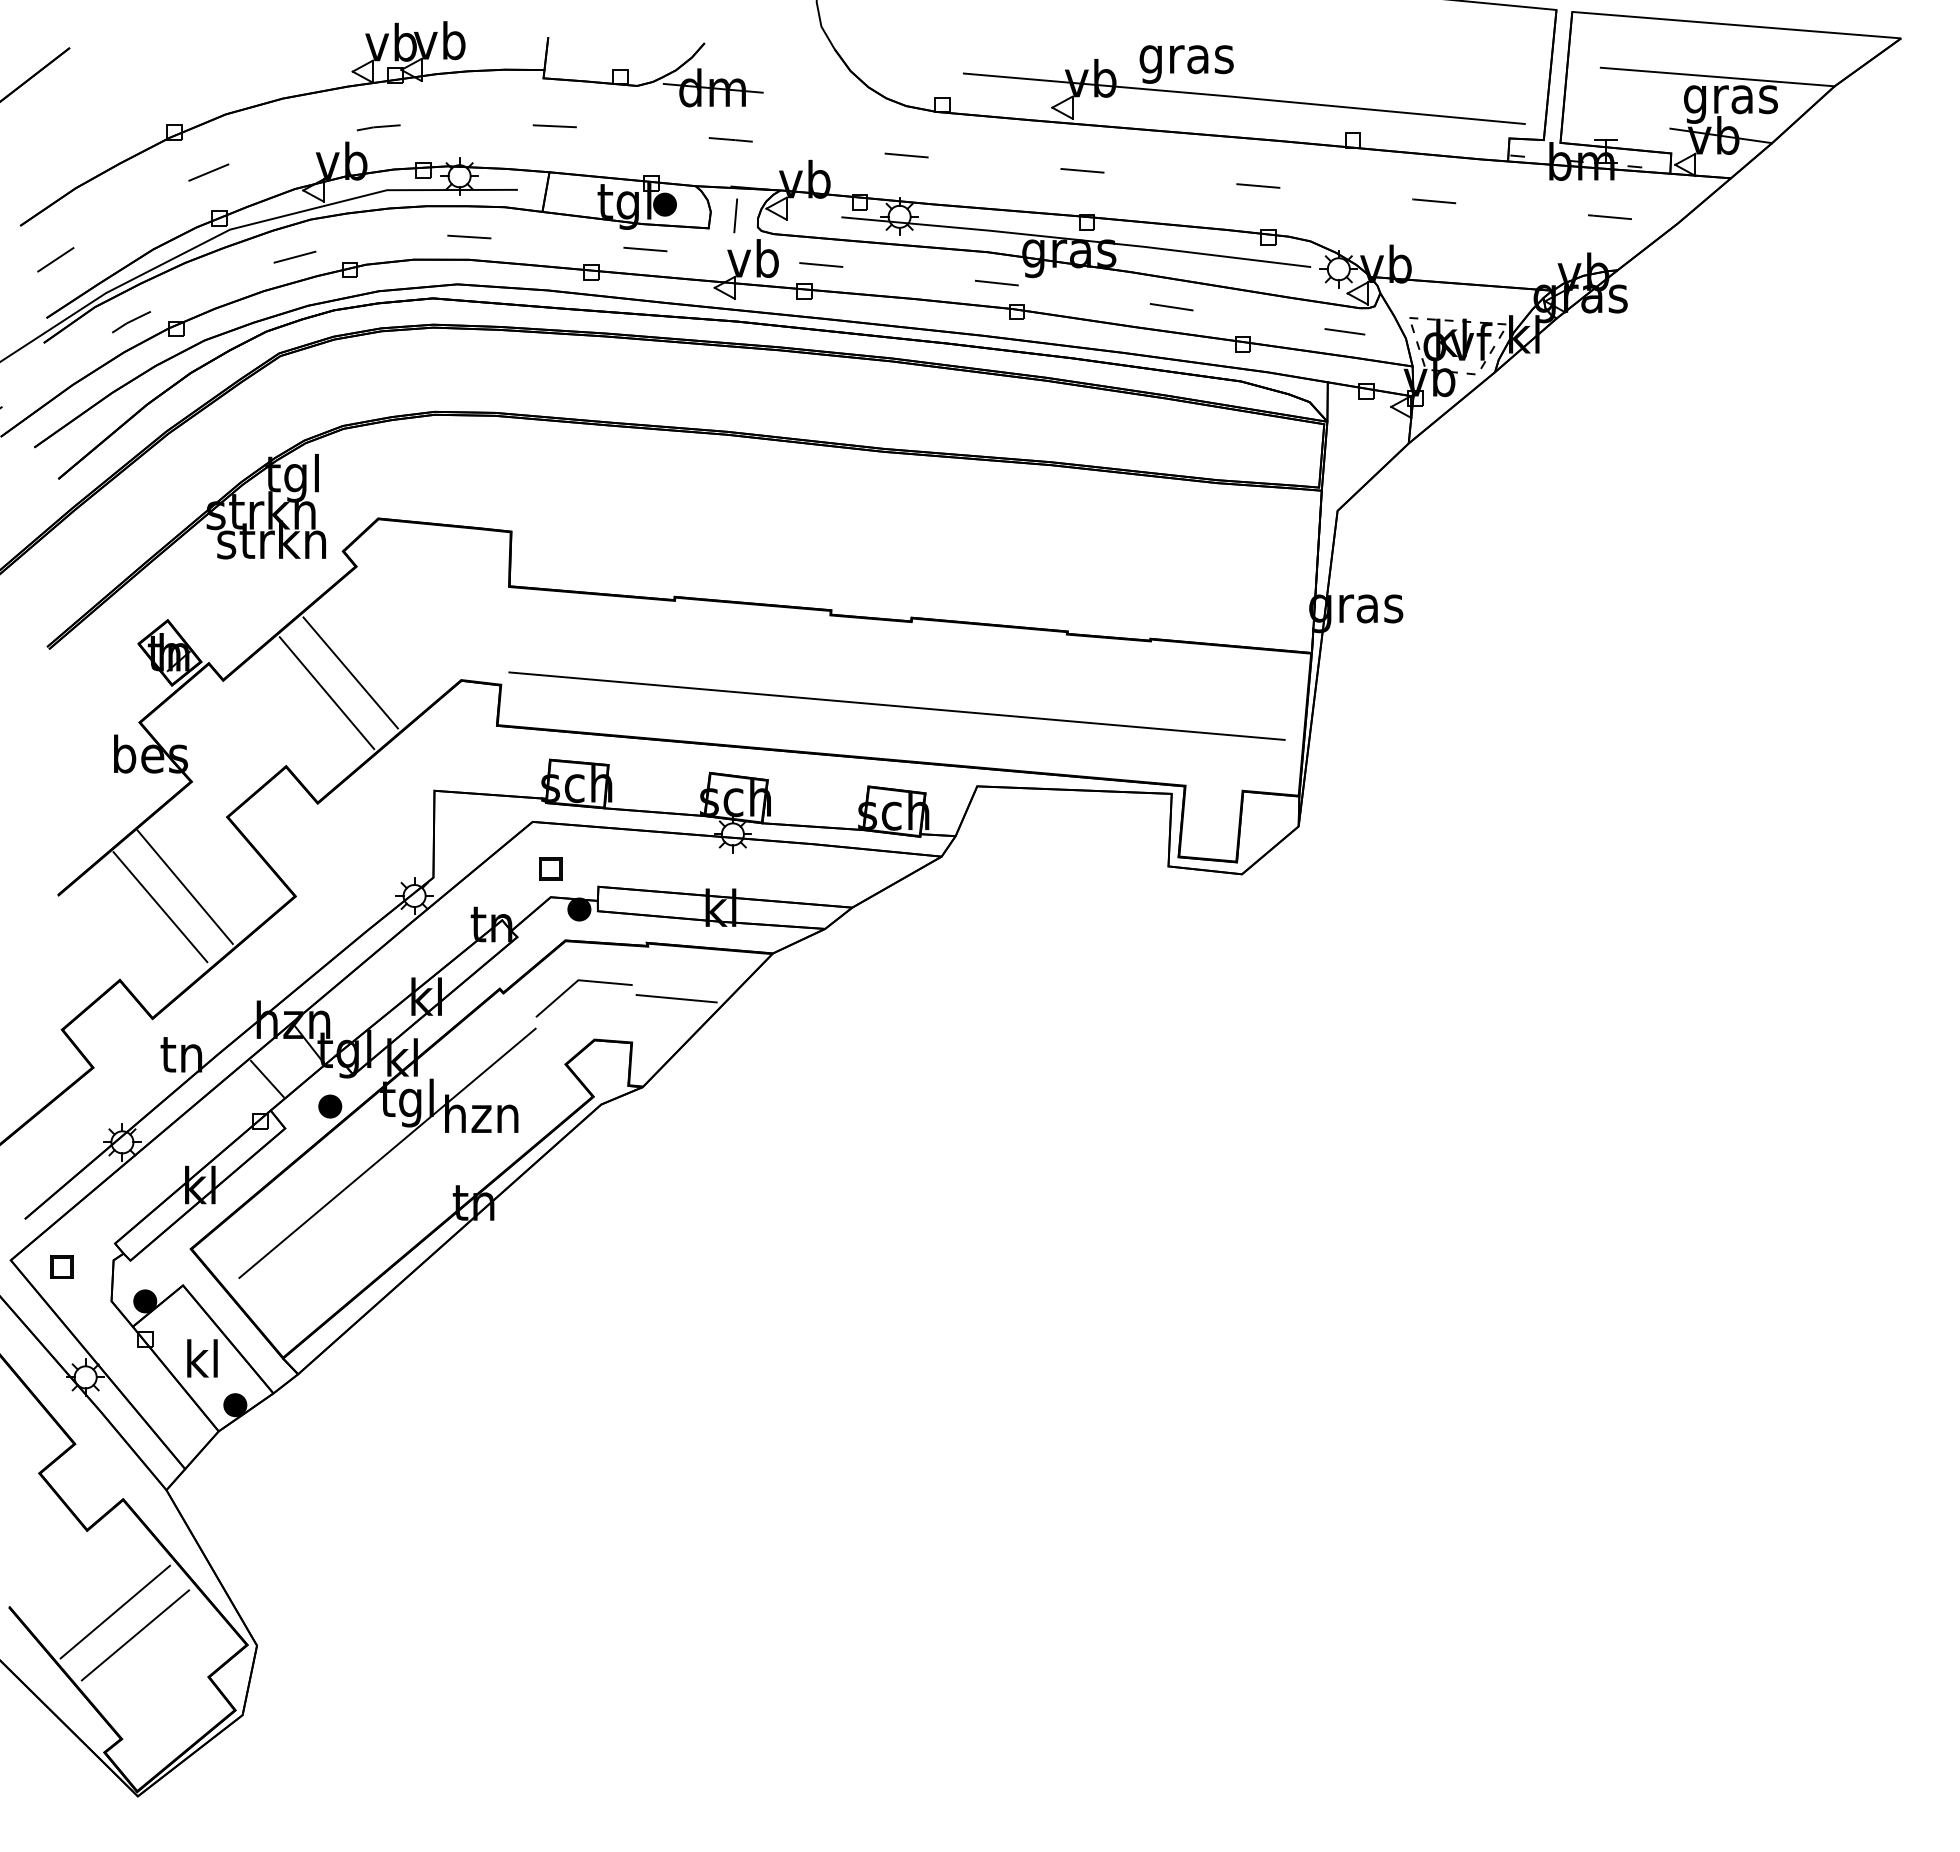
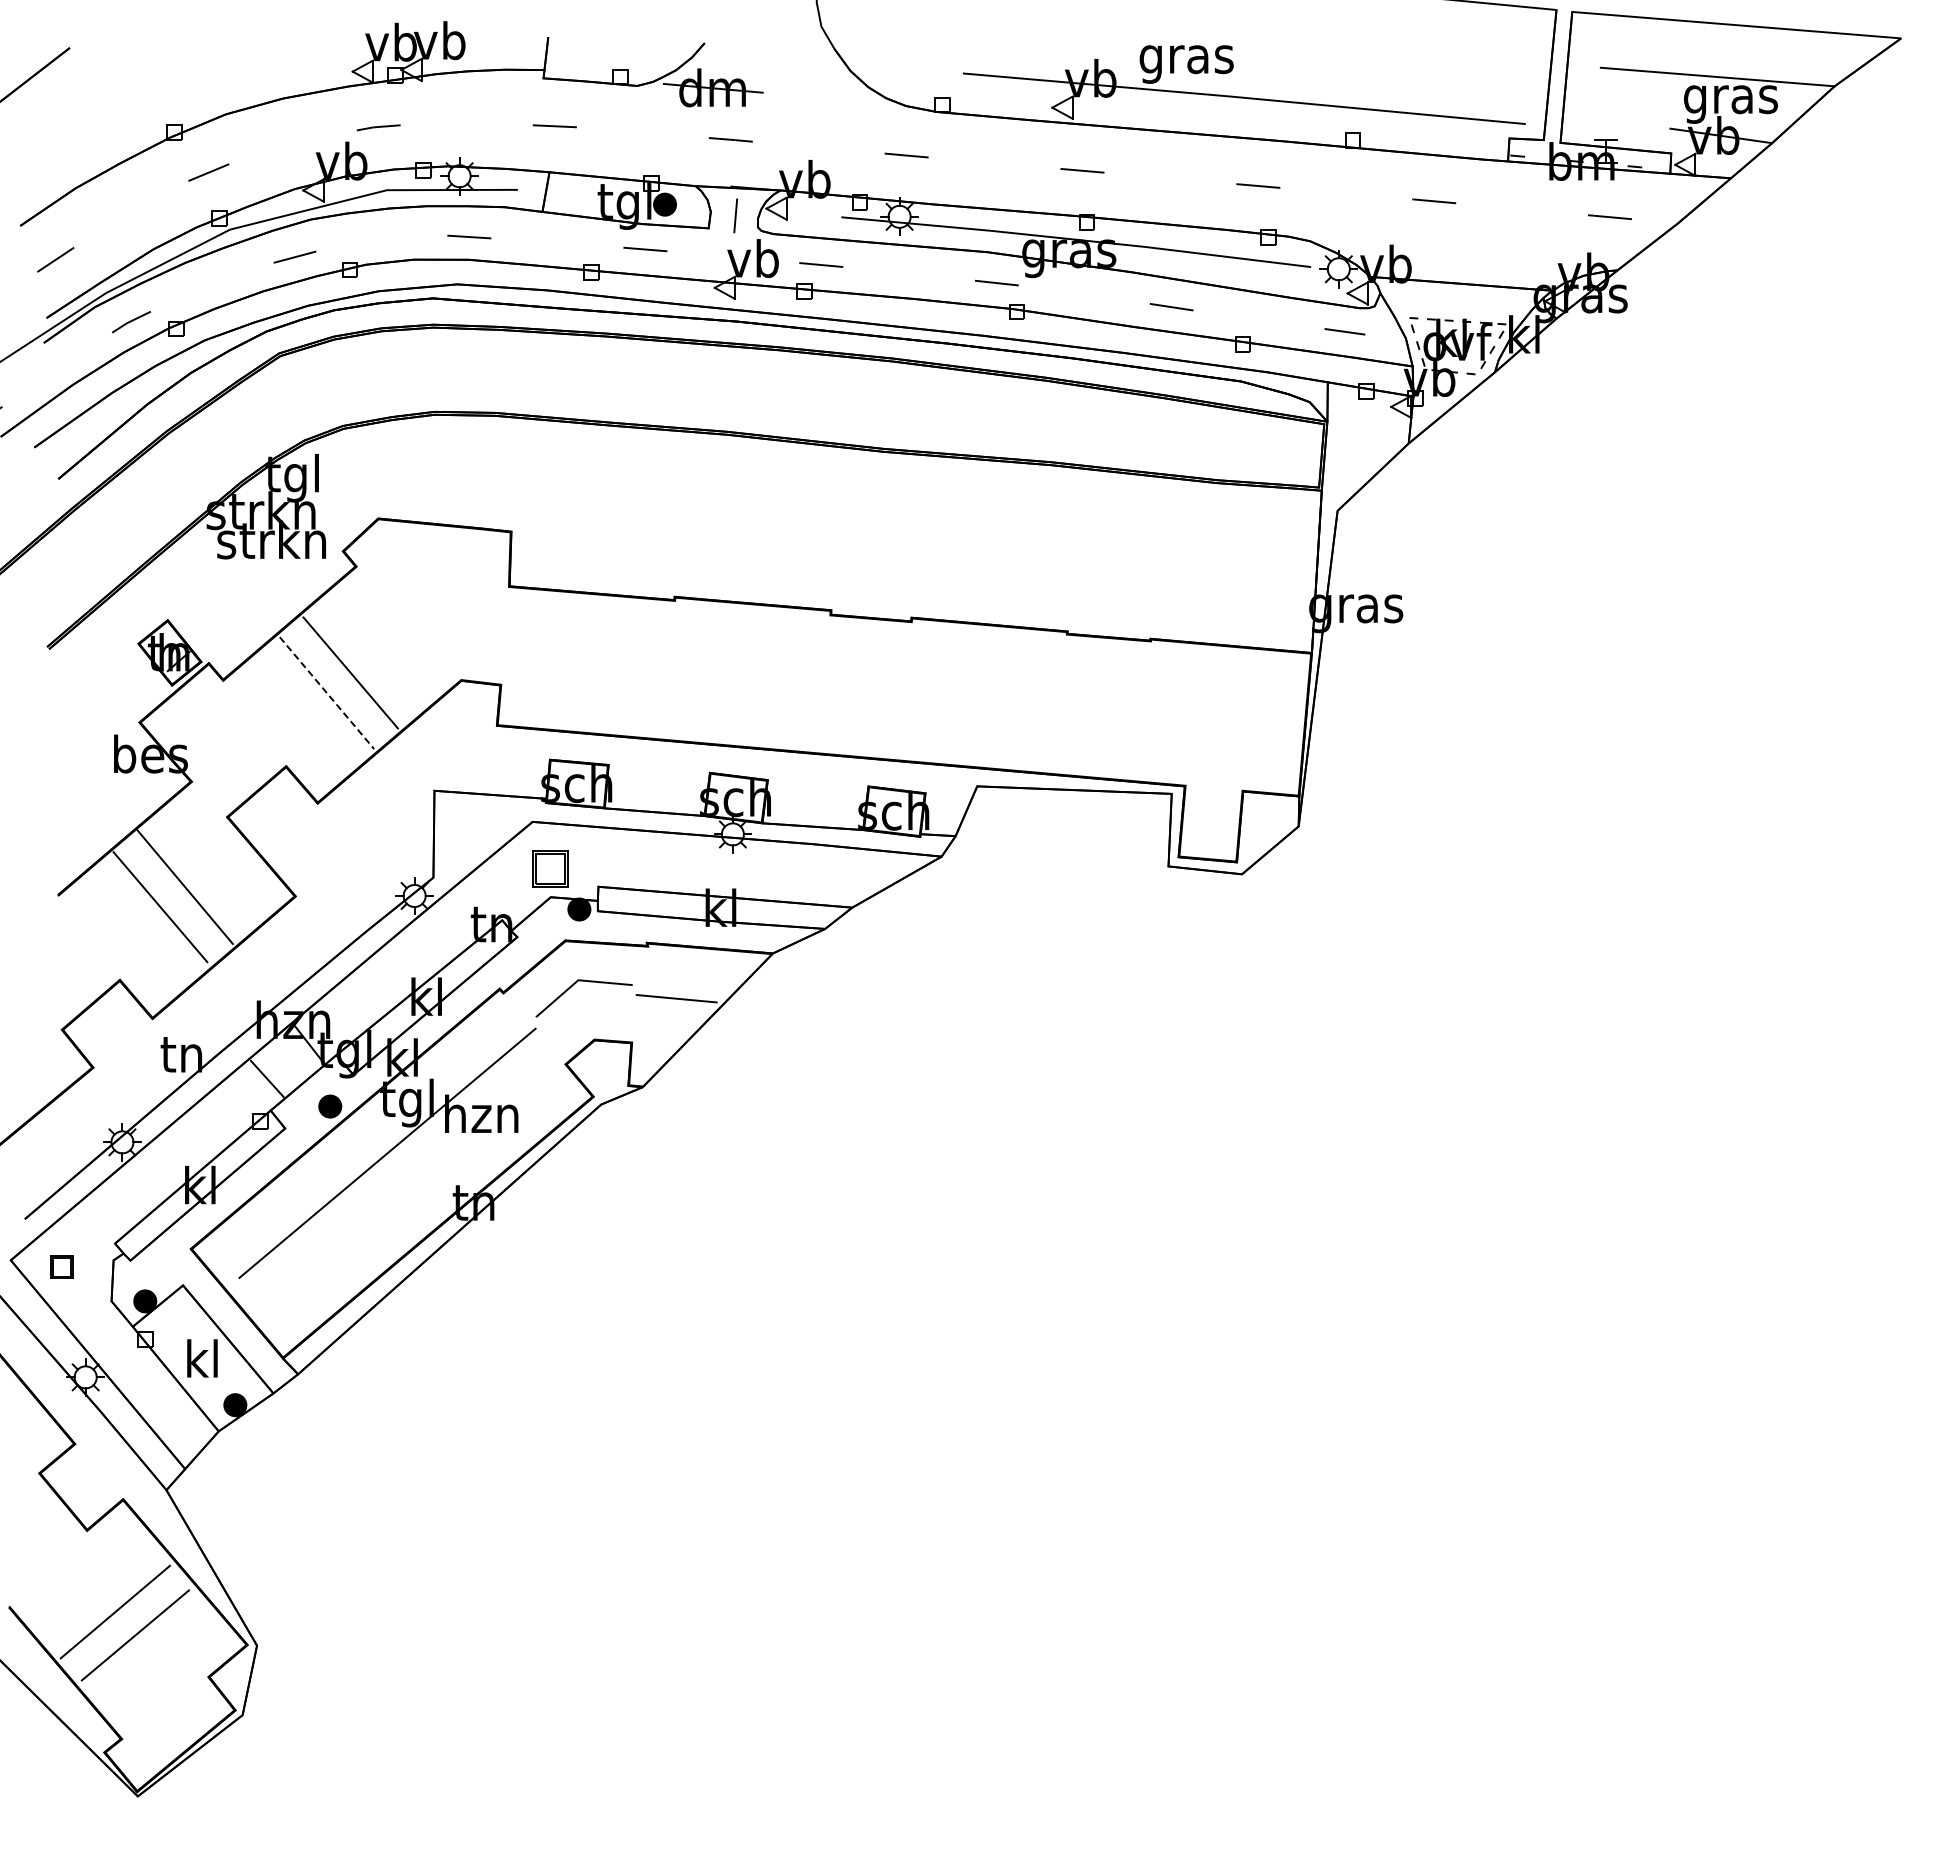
line at (327, 693): solid -> dashed
line at (896, 705): present -> none
part at (550, 868) size: 24x24 px -> 37x38 px
